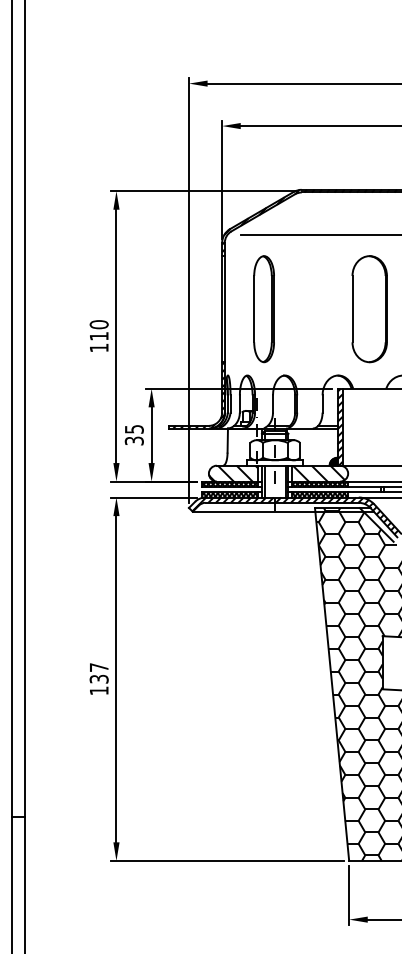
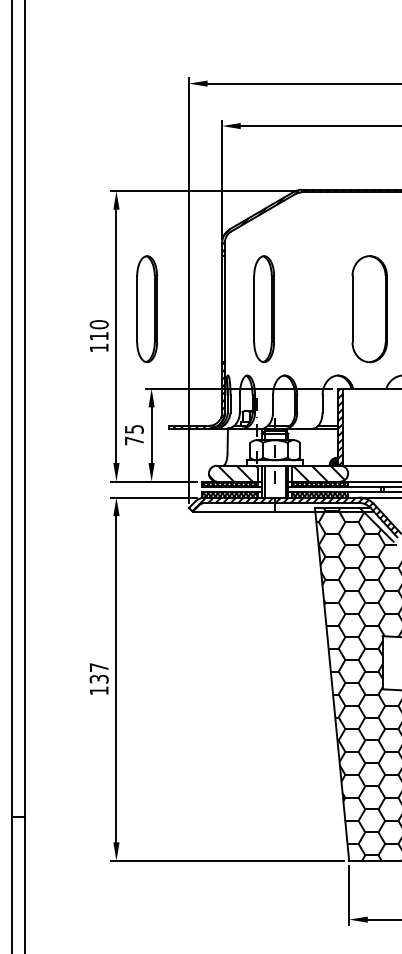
line at (319, 234): present -> none
part at (146, 309): none -> present
text at (133, 440): 35 -> 75
